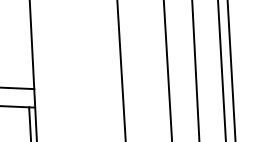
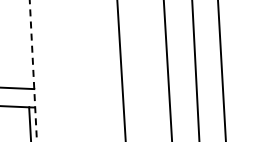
line at (33, 70): solid -> dashed
line at (231, 70): present -> none
